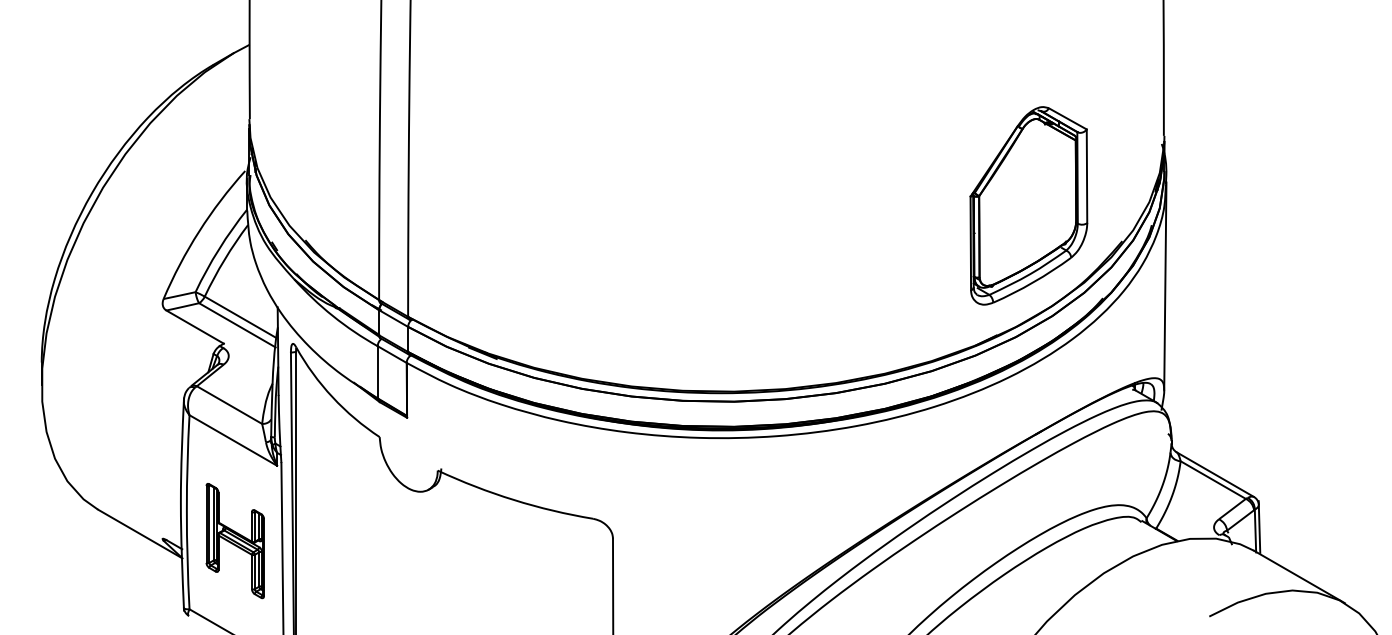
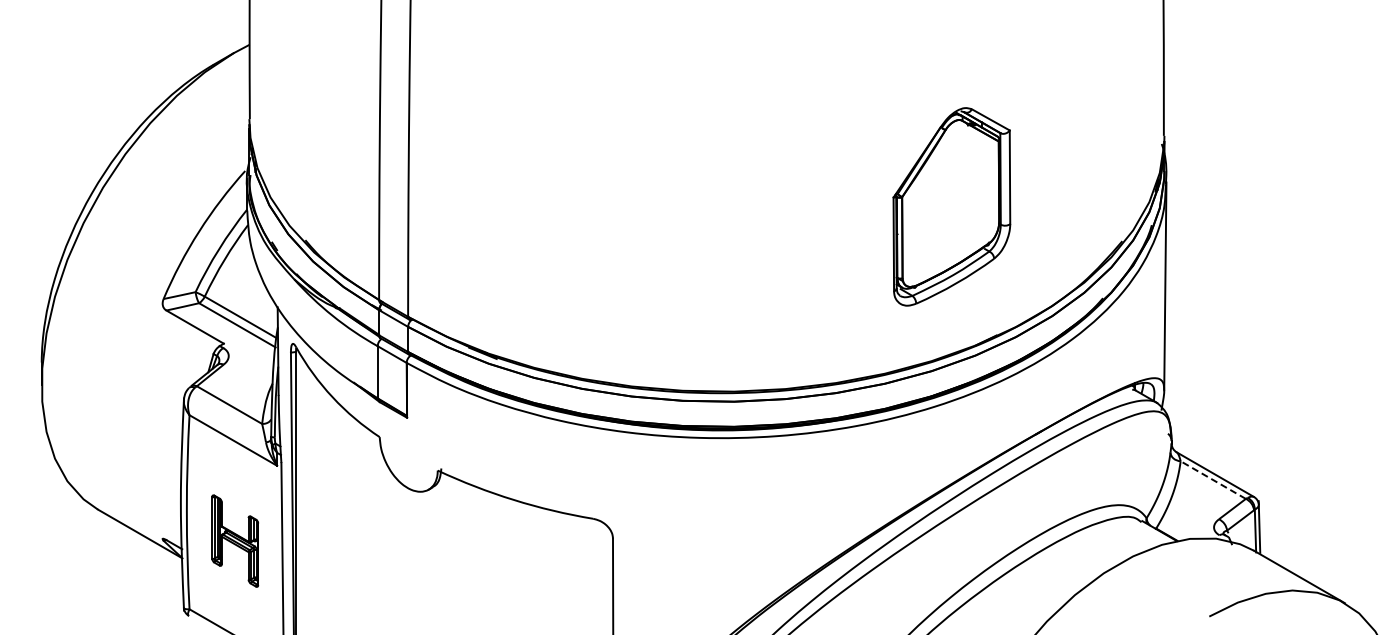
part at (1028, 205) position: (1028, 205) -> (951, 206)
line at (1213, 480): solid -> dashed
part at (234, 541) size: 60x117 px -> 49x94 px
